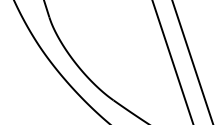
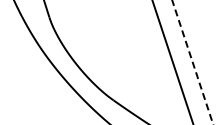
line at (192, 62): solid -> dashed
